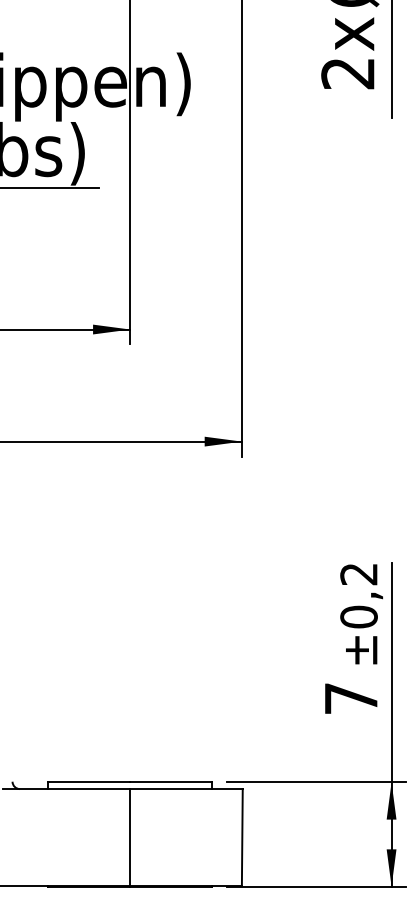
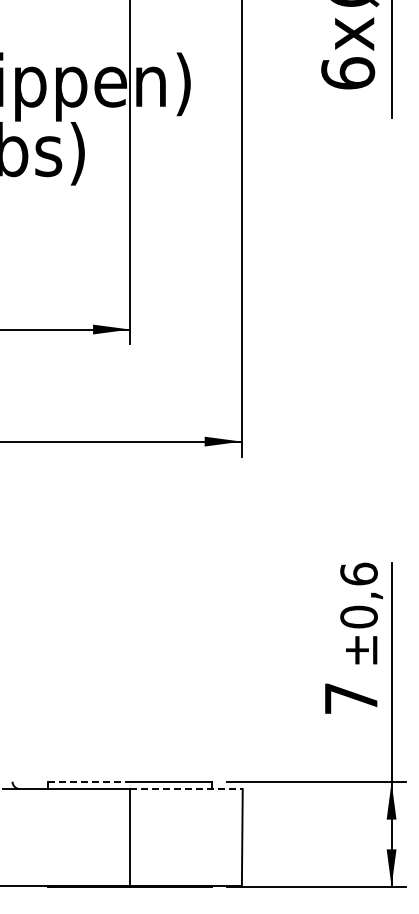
text at (348, 73): 2x -> 6x
line at (50, 187): present -> none
text at (358, 573): ±0,2 -> ±0,6
line at (89, 782): solid -> dashed
line at (187, 789): solid -> dashed
